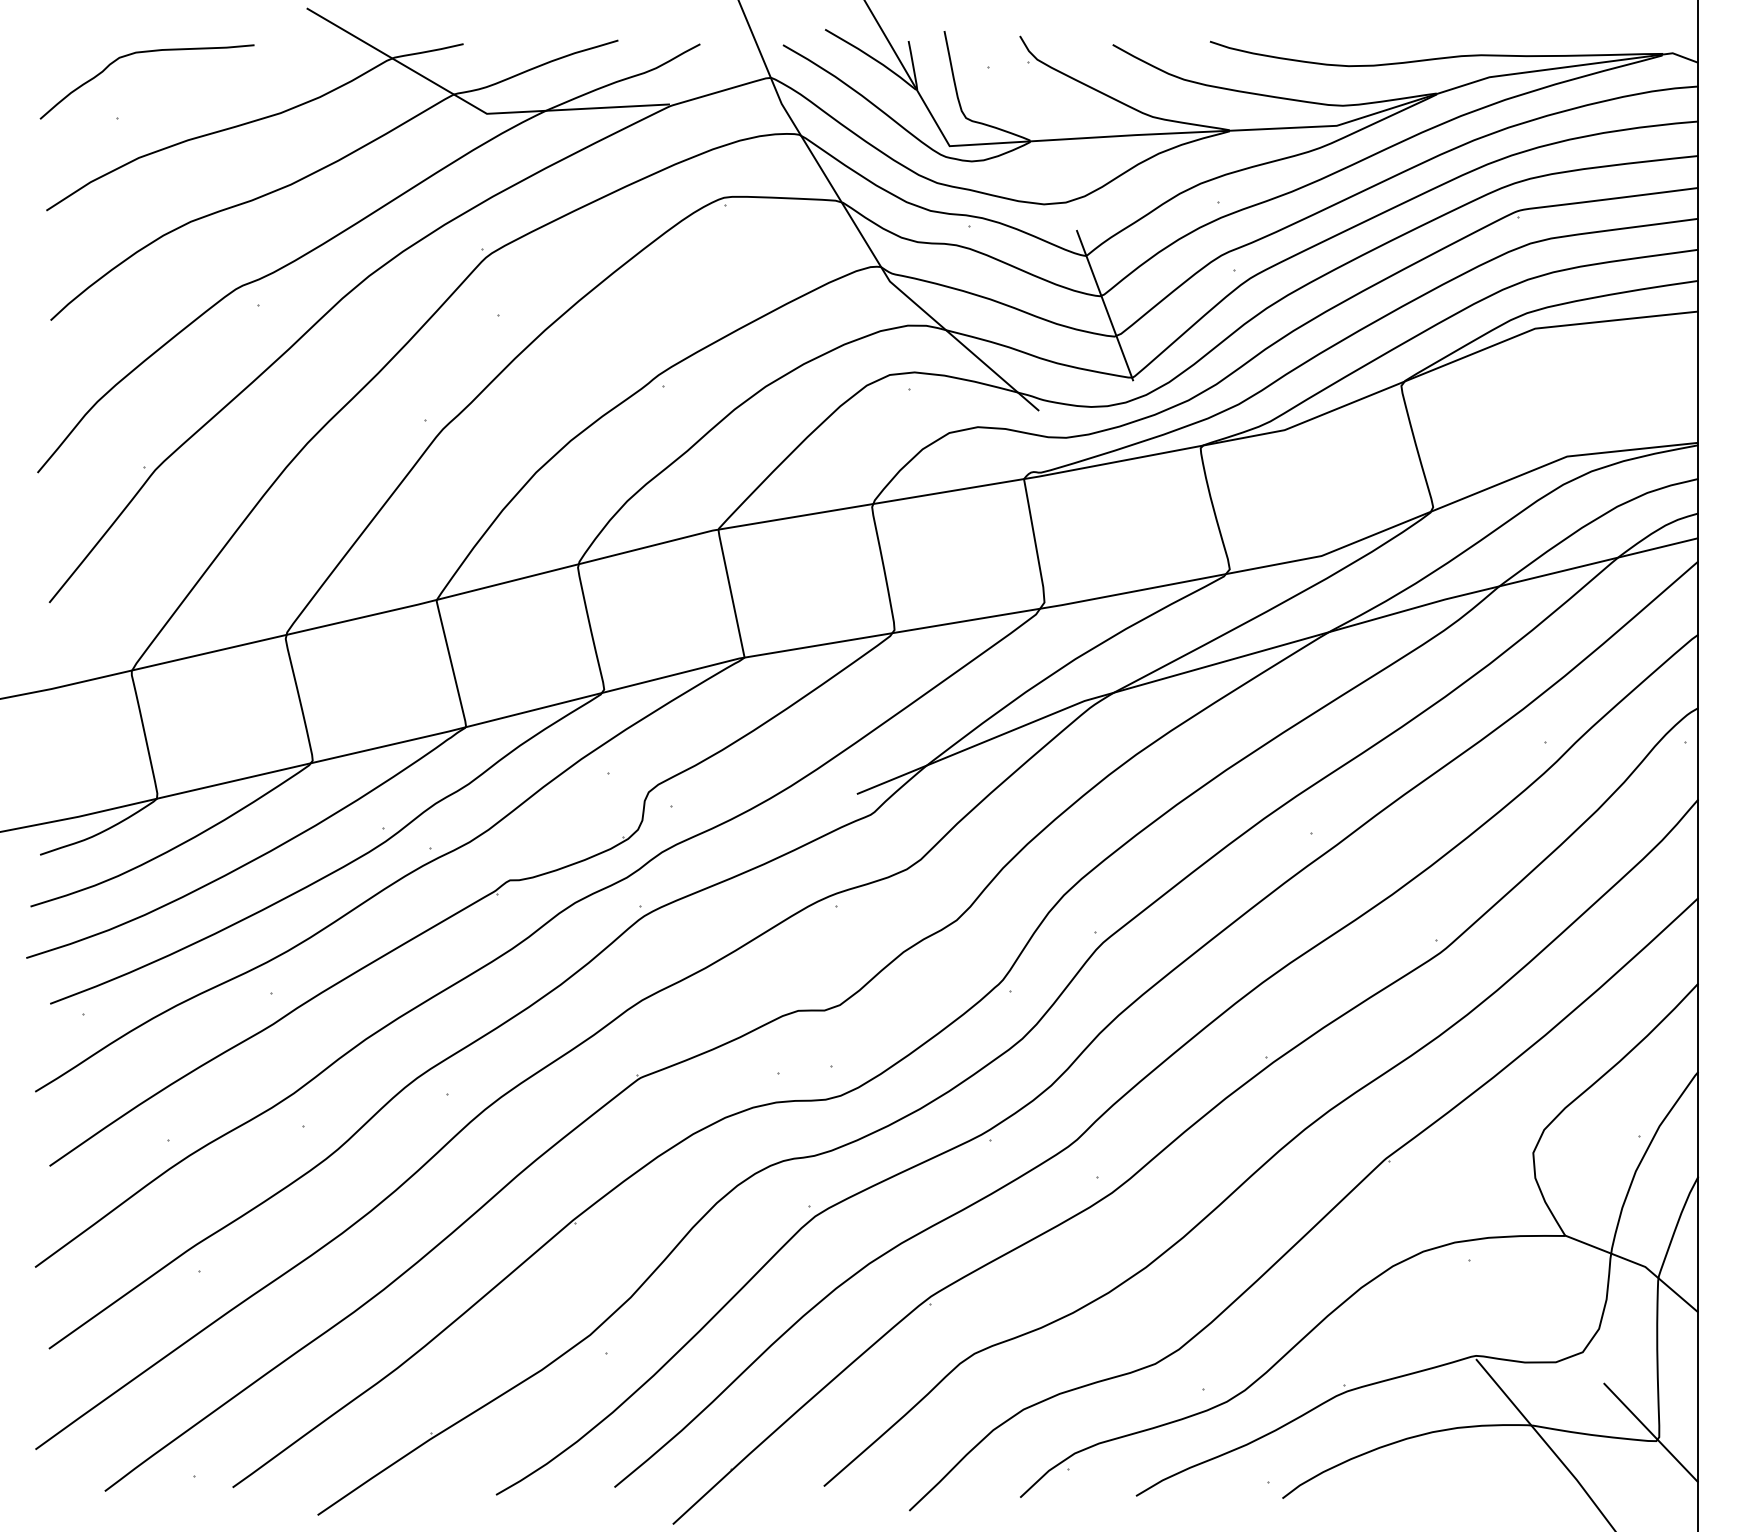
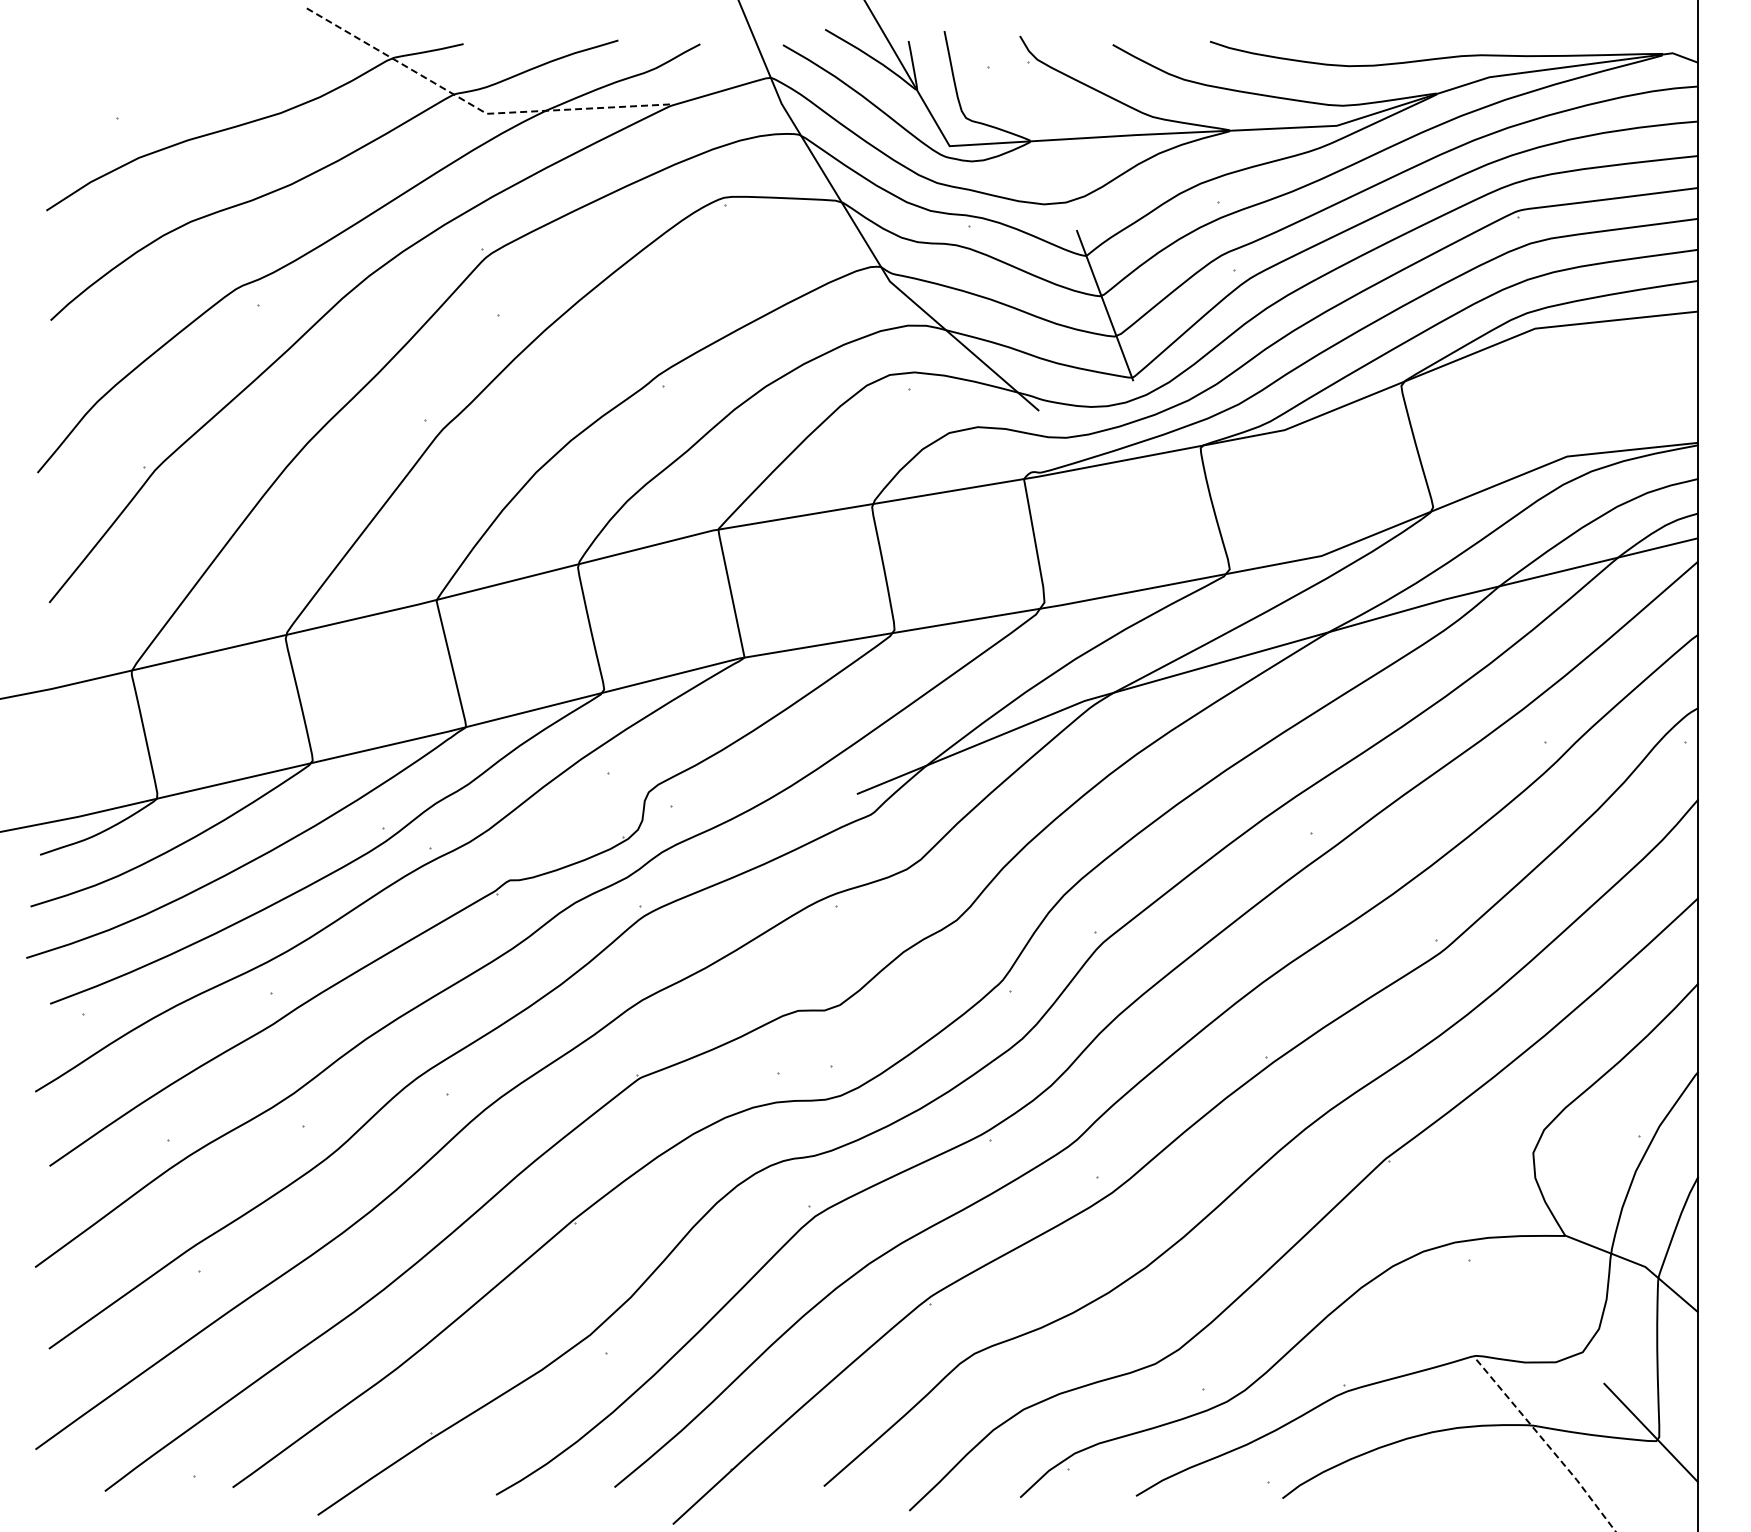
curve at (140, 53): present -> none
line at (476, 107): solid -> dashed
line at (1547, 1444): solid -> dashed
